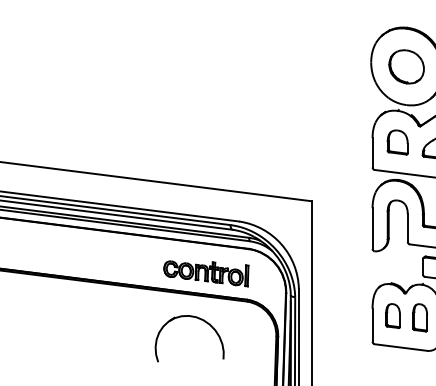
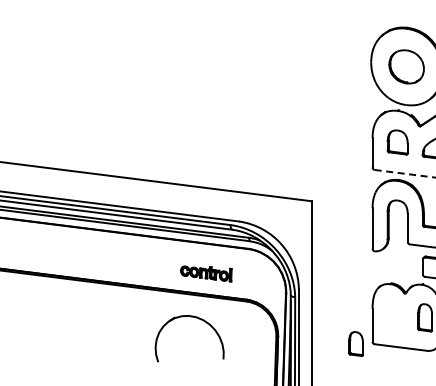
line at (405, 173): solid -> dashed
part at (206, 273) size: 87x28 px -> 53x18 px
part at (392, 316) position: (392, 316) -> (355, 344)
part at (419, 317) position: (419, 317) -> (424, 317)
